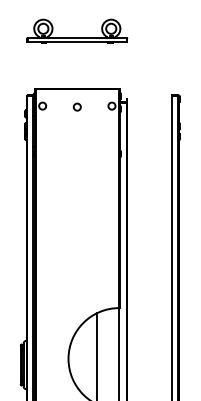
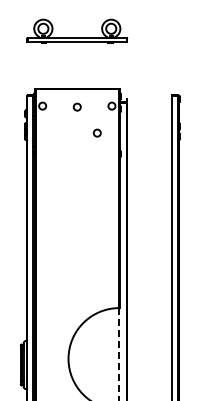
circle at (96, 132): none -> present
line at (119, 354): solid -> dashed
line at (97, 355): present -> none
